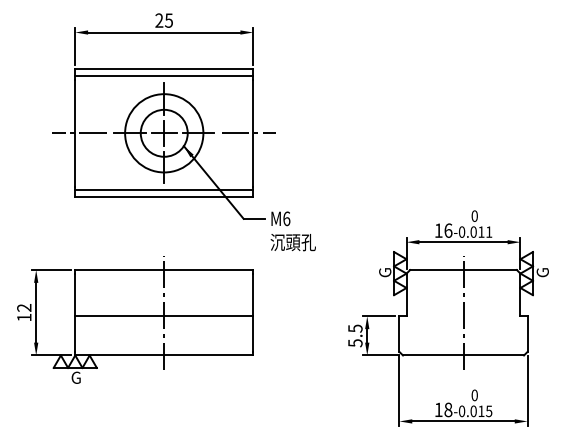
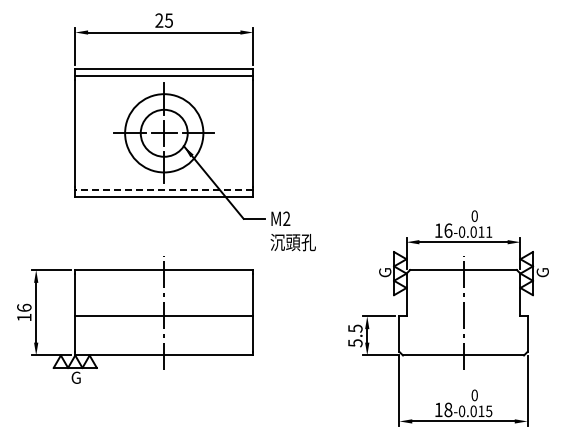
line at (79, 133): present -> none
line at (249, 133): present -> none
line at (164, 190): solid -> dashed
text at (286, 218): M6 -> M2
text at (24, 307): 12 -> 16
